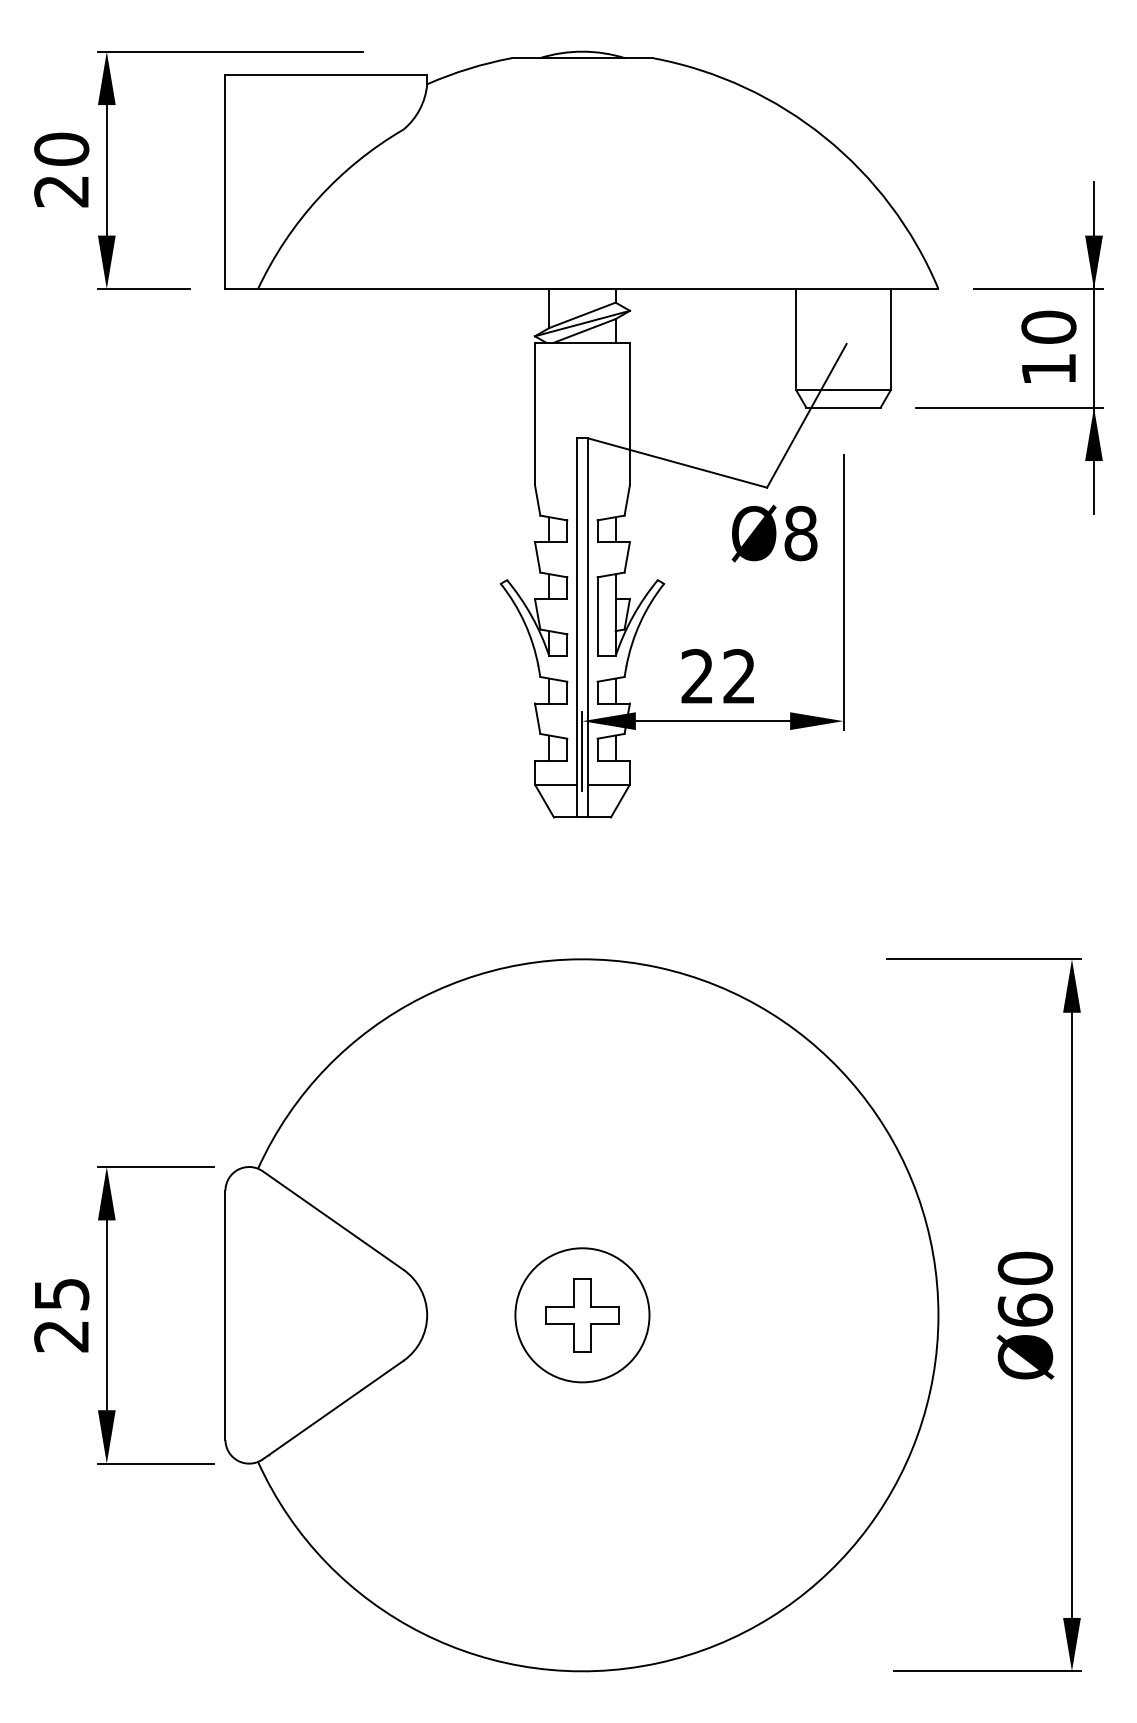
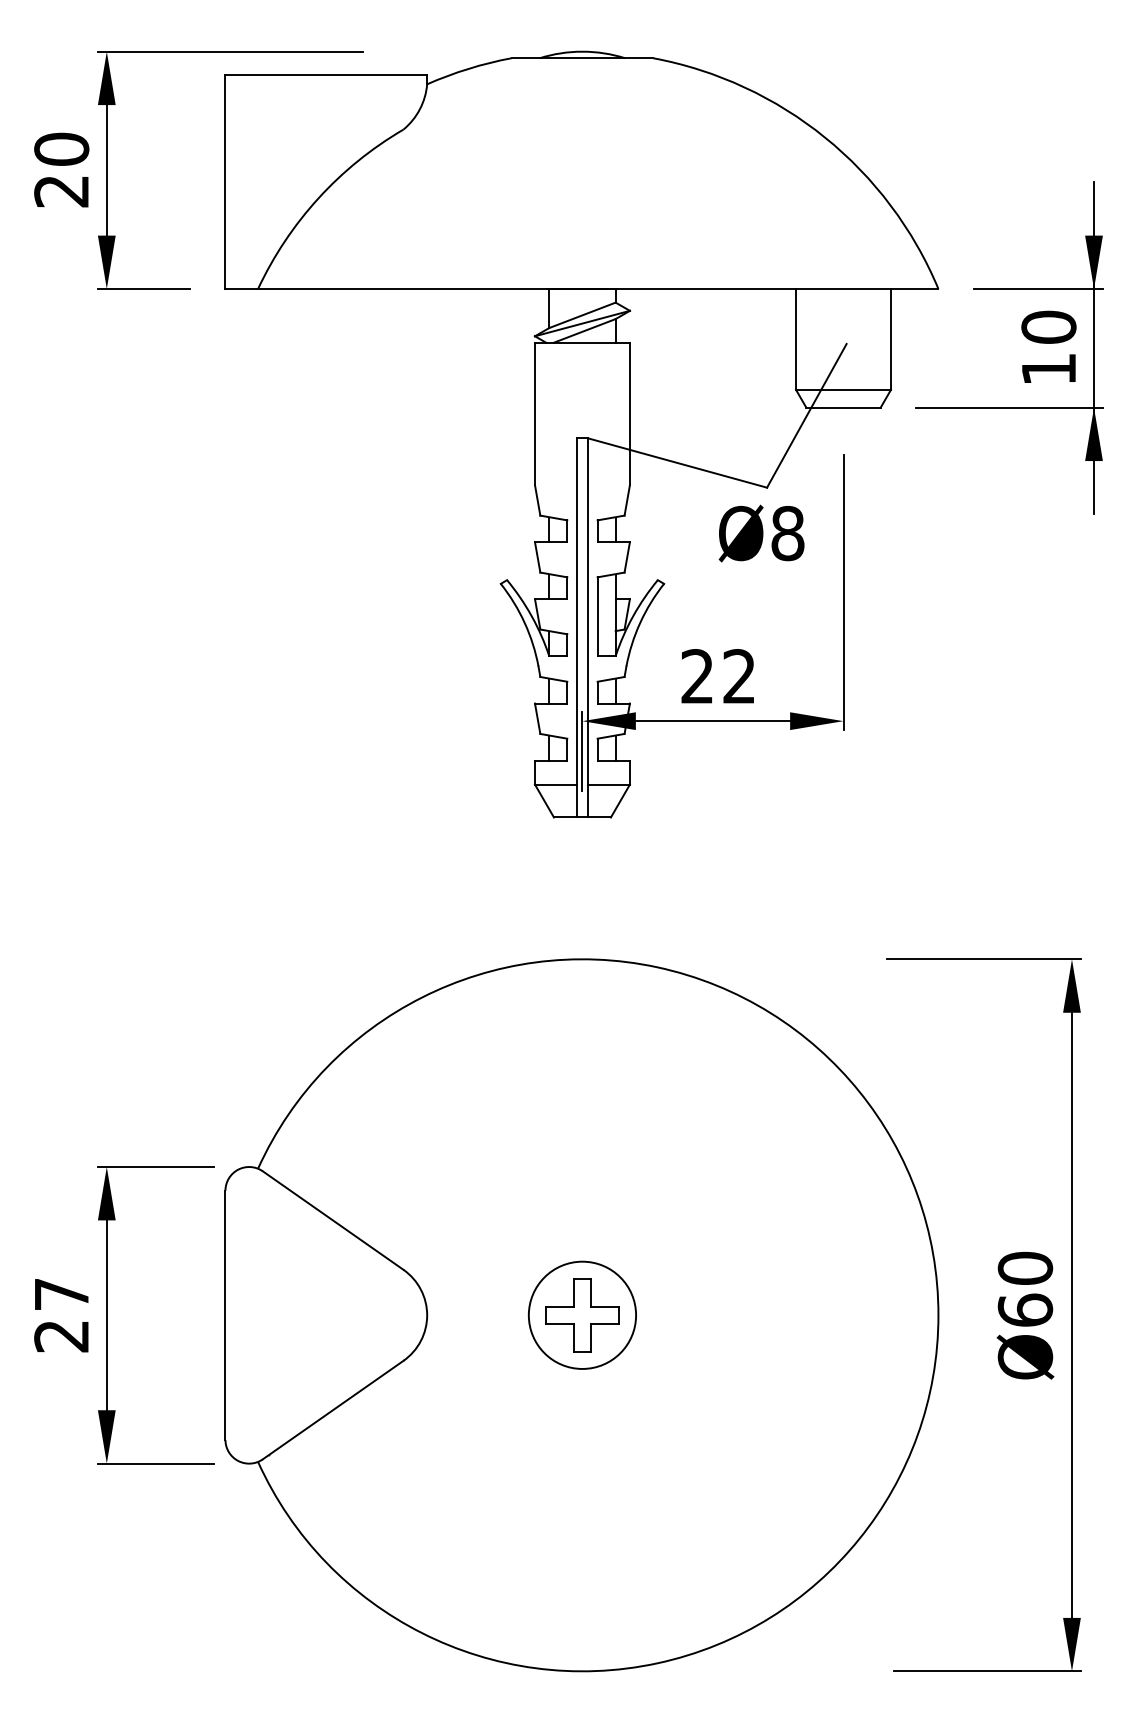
text at (774, 533) position: (774, 533) -> (761, 533)
text at (62, 1294): 25 -> 27
circle at (582, 1315) diameter: 134 px -> 107 px
